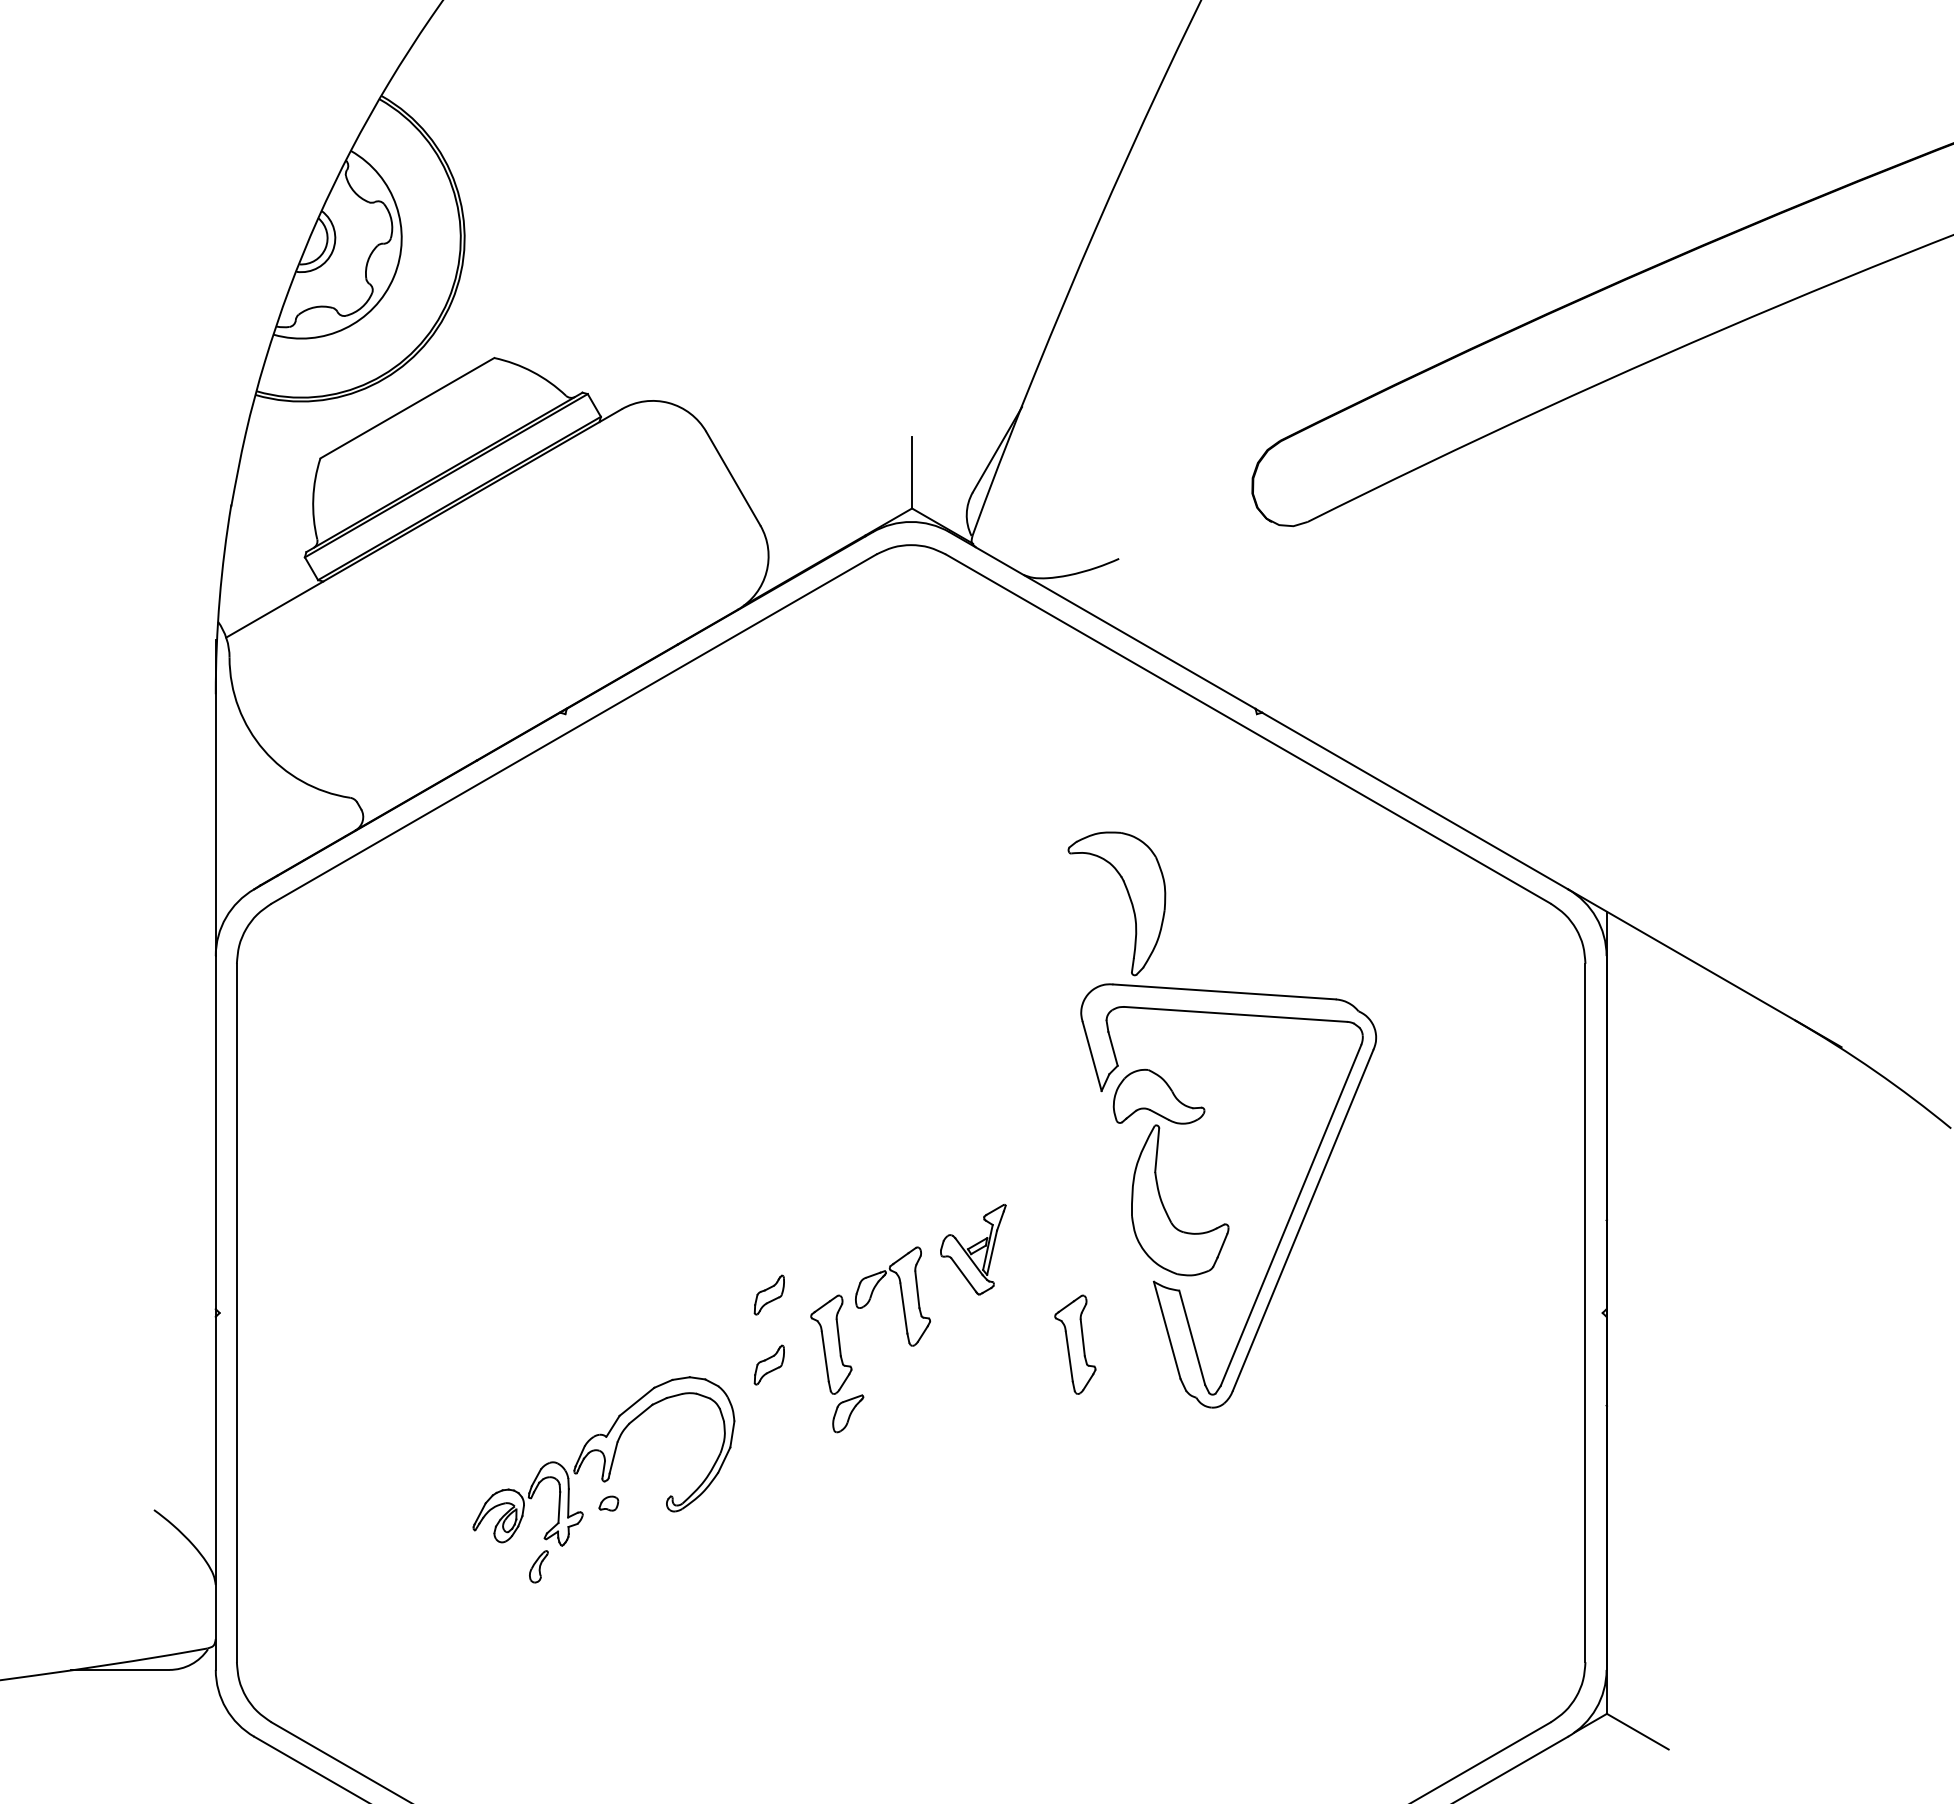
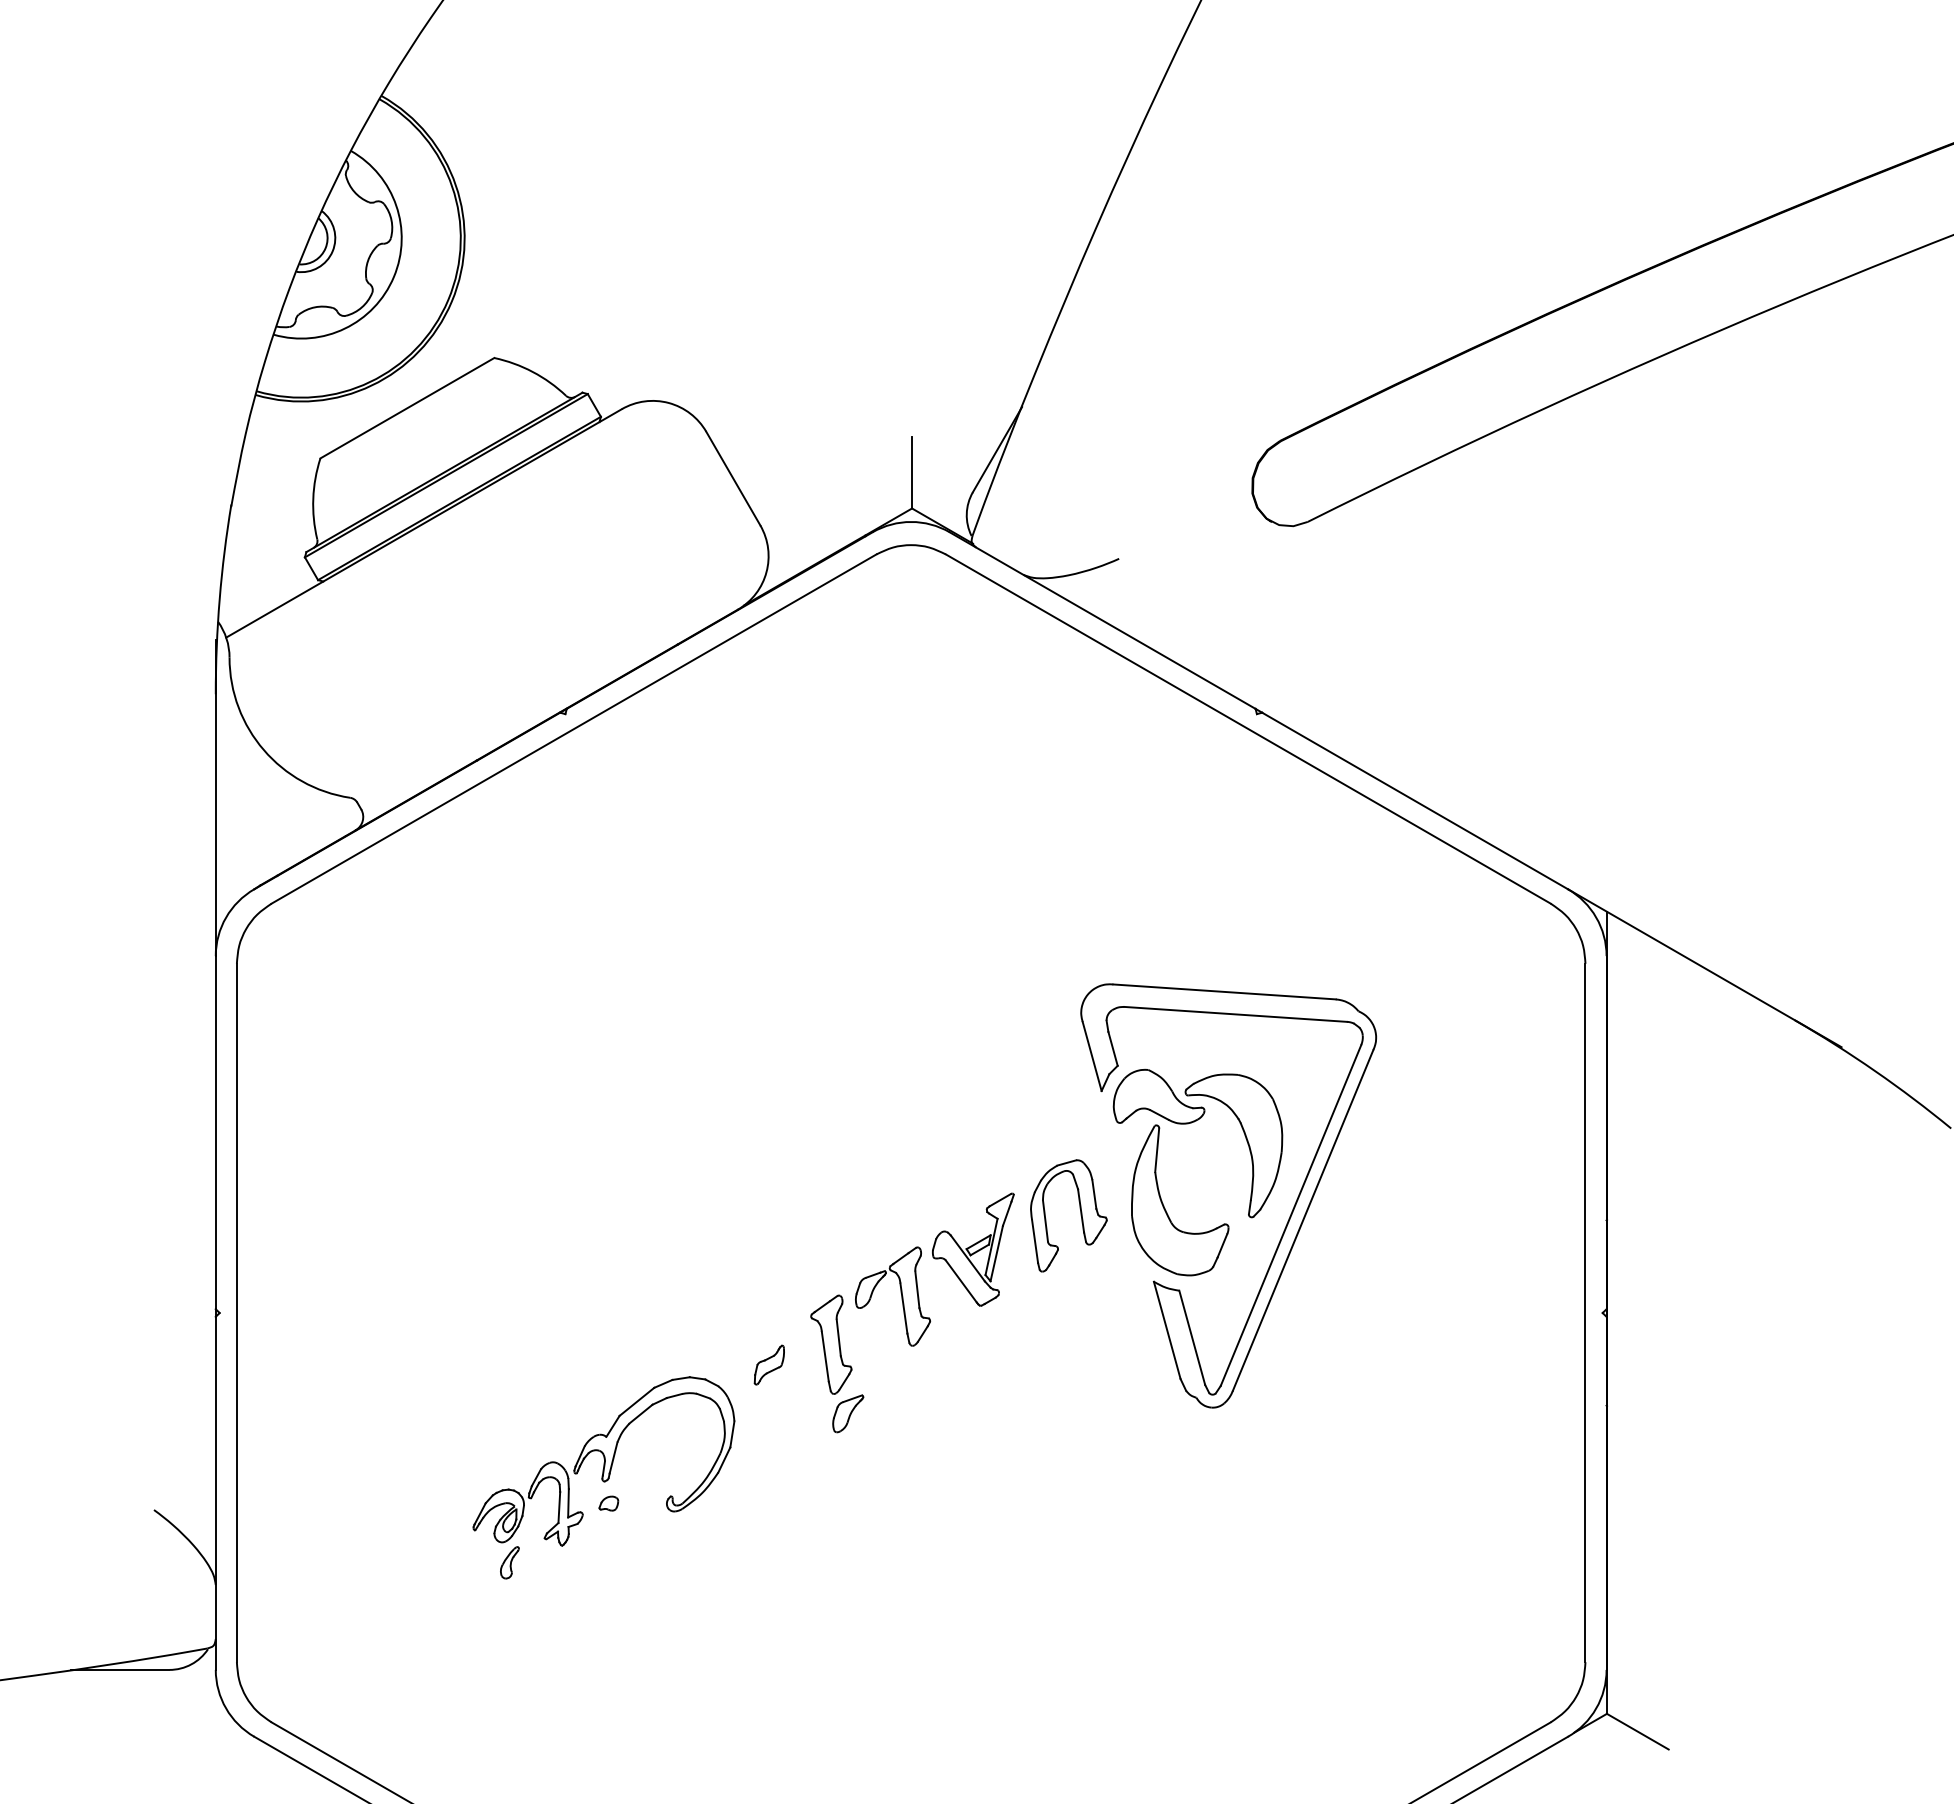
part at (1129, 899) position: (1129, 899) -> (1246, 1141)
part at (1080, 1215): none -> present
part at (973, 1249) size: 67x92 px -> 83x115 px
part at (768, 1294): present -> none
part at (1075, 1344): present -> none
part at (538, 1566) position: (538, 1566) -> (509, 1562)
